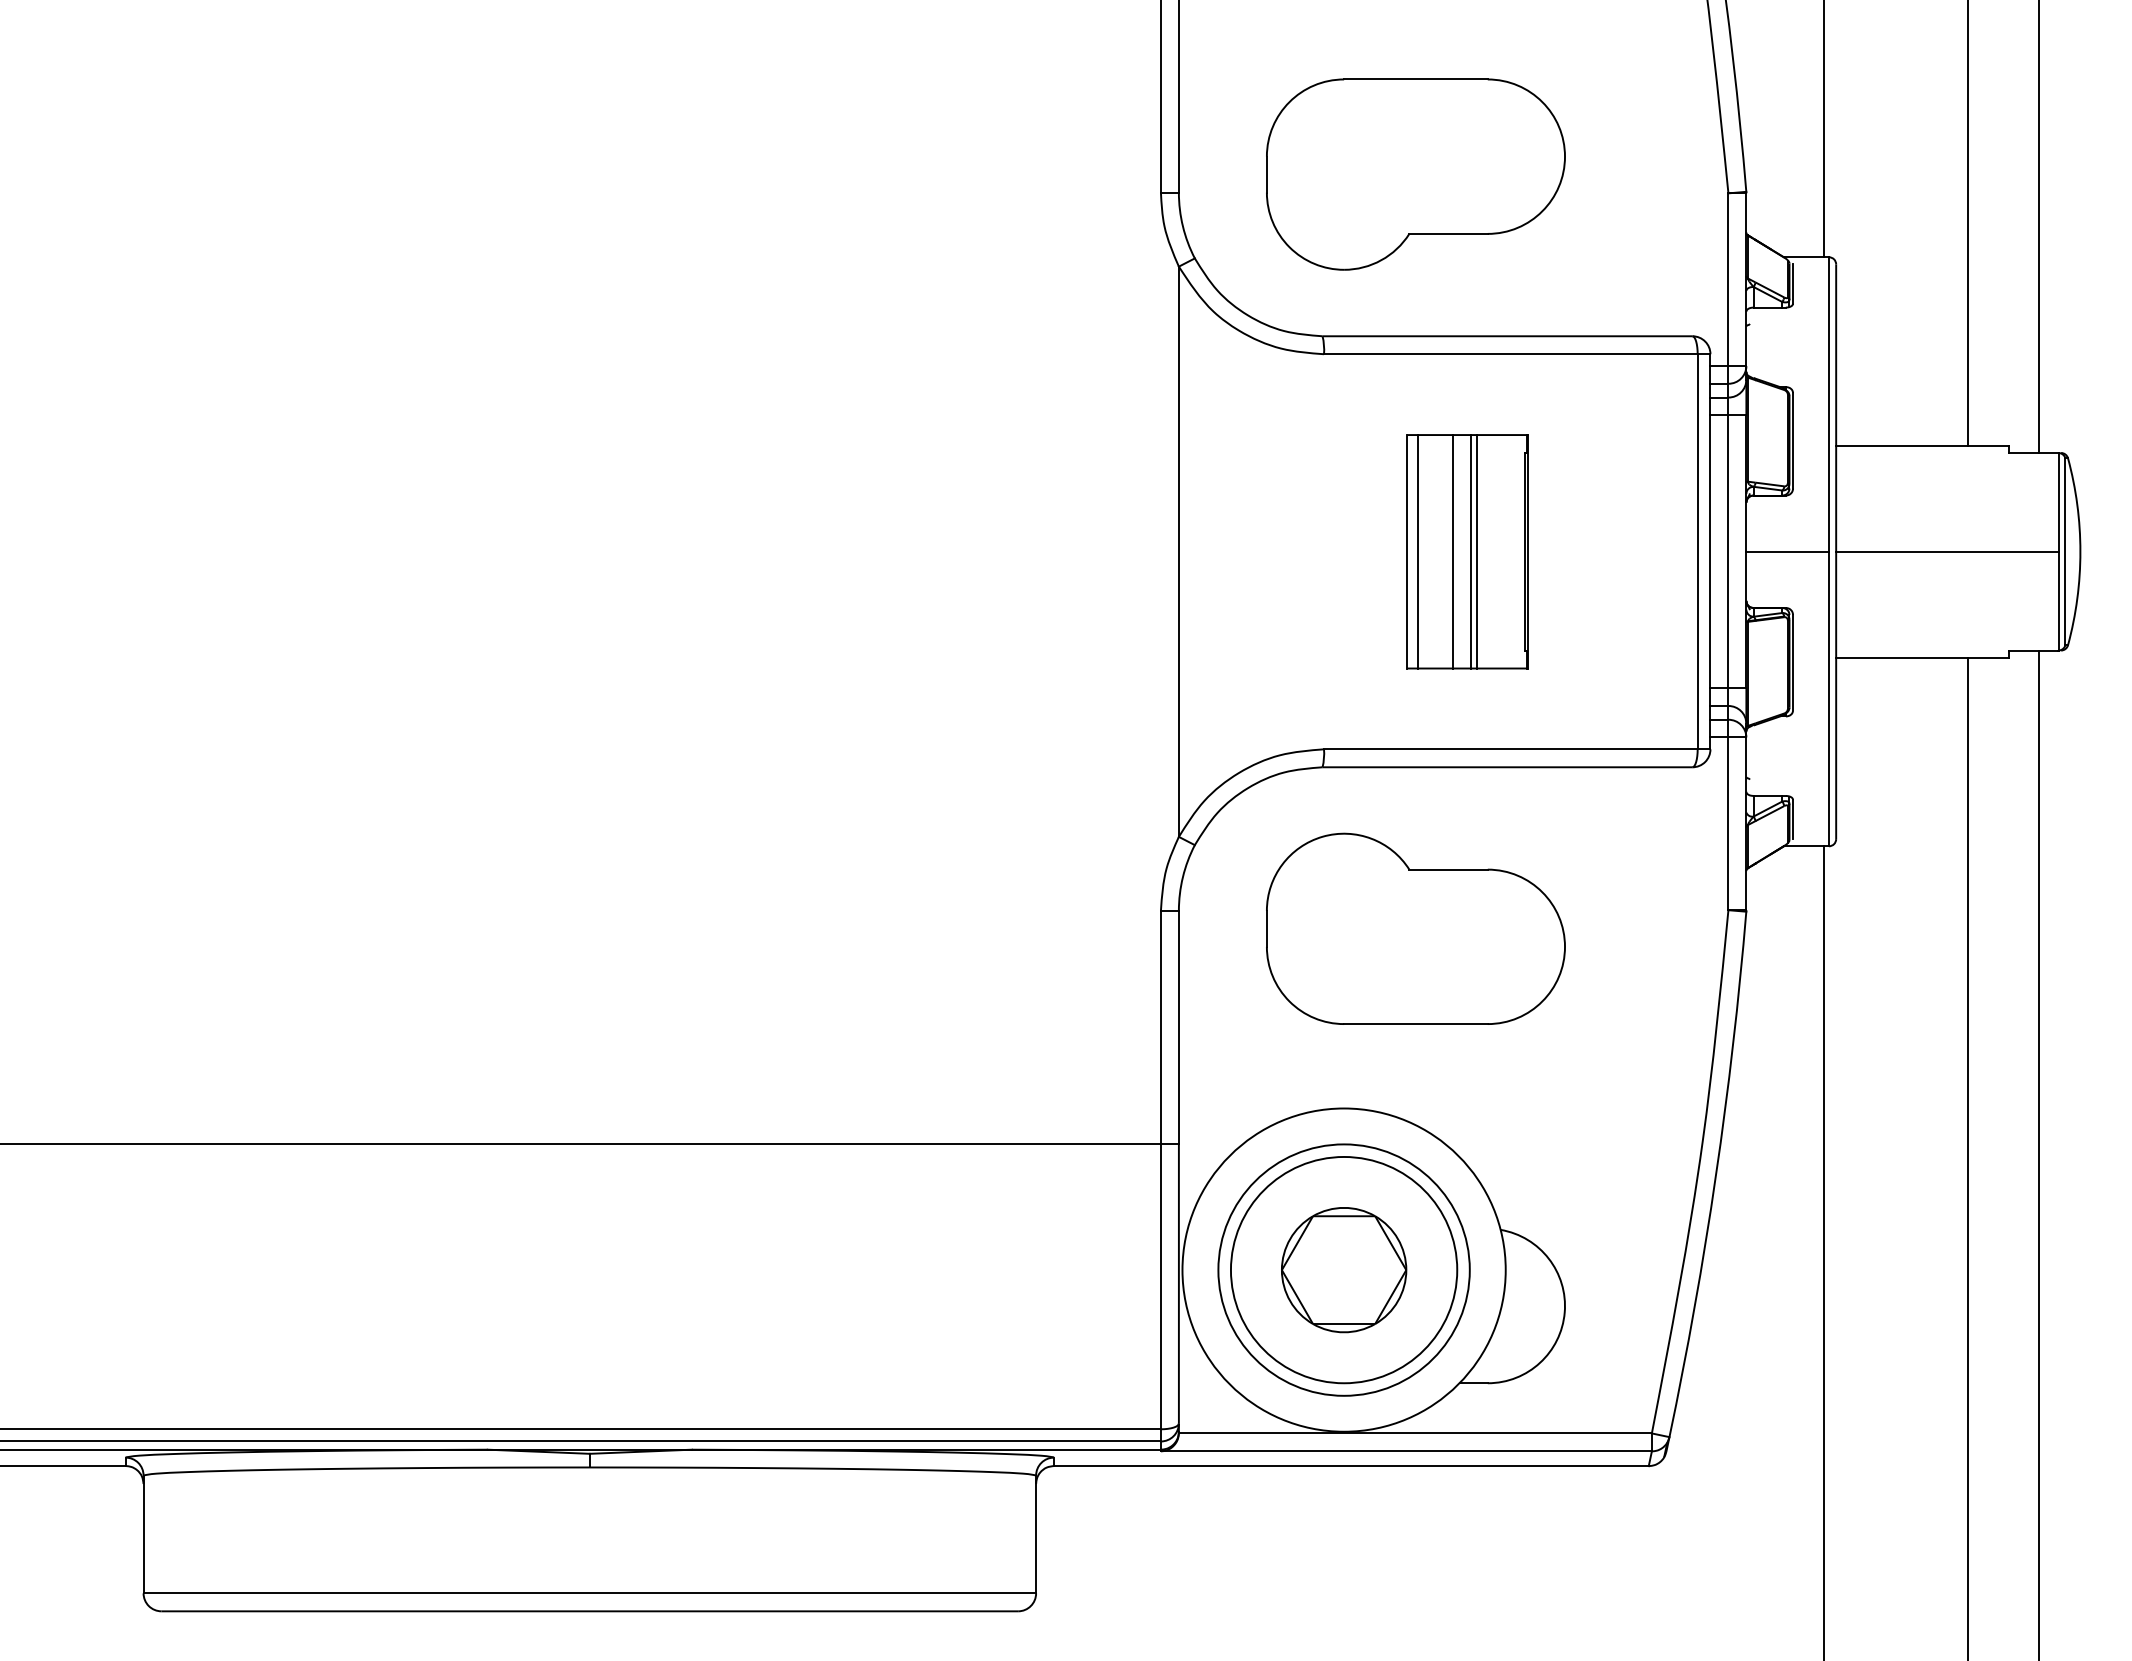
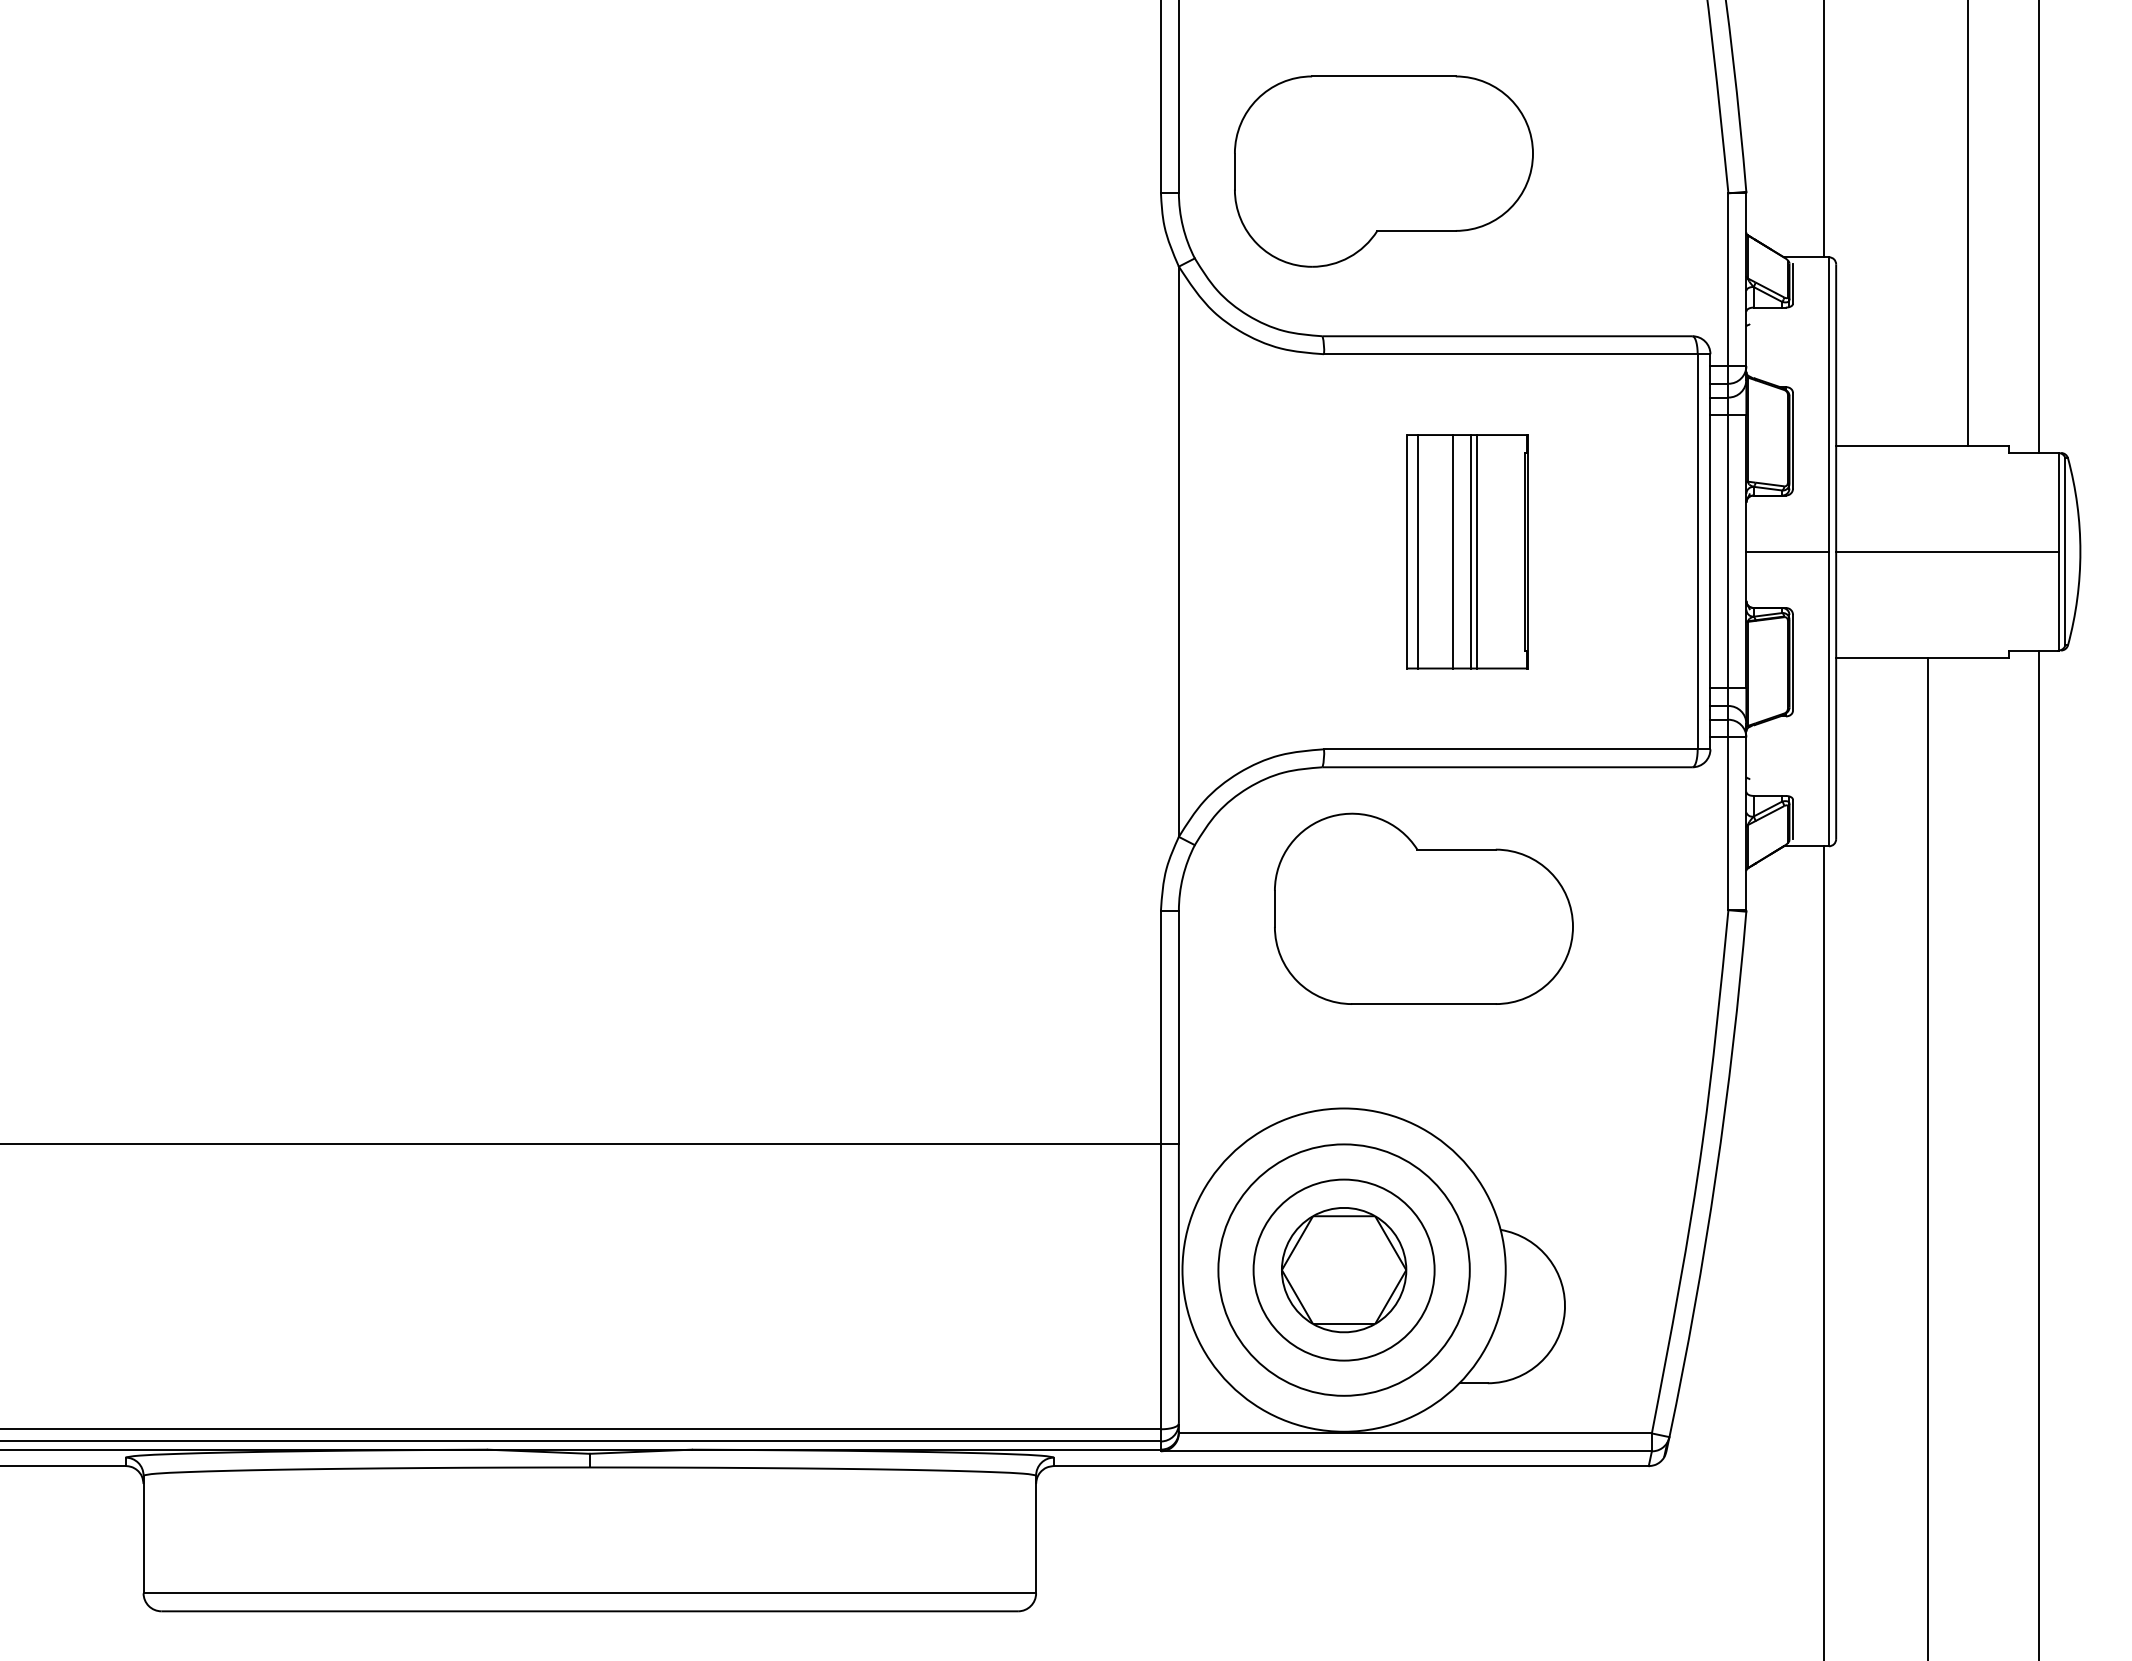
part at (1415, 174) position: (1415, 174) -> (1383, 171)
part at (1415, 928) position: (1415, 928) -> (1423, 908)
line at (1967, 1157) position: (1967, 1157) -> (1927, 1157)
circle at (1343, 1269) diameter: 226 px -> 181 px
